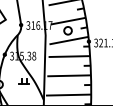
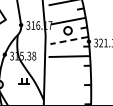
line at (68, 40): solid -> dashed
line at (68, 75): present -> none
line at (68, 94): present -> none
